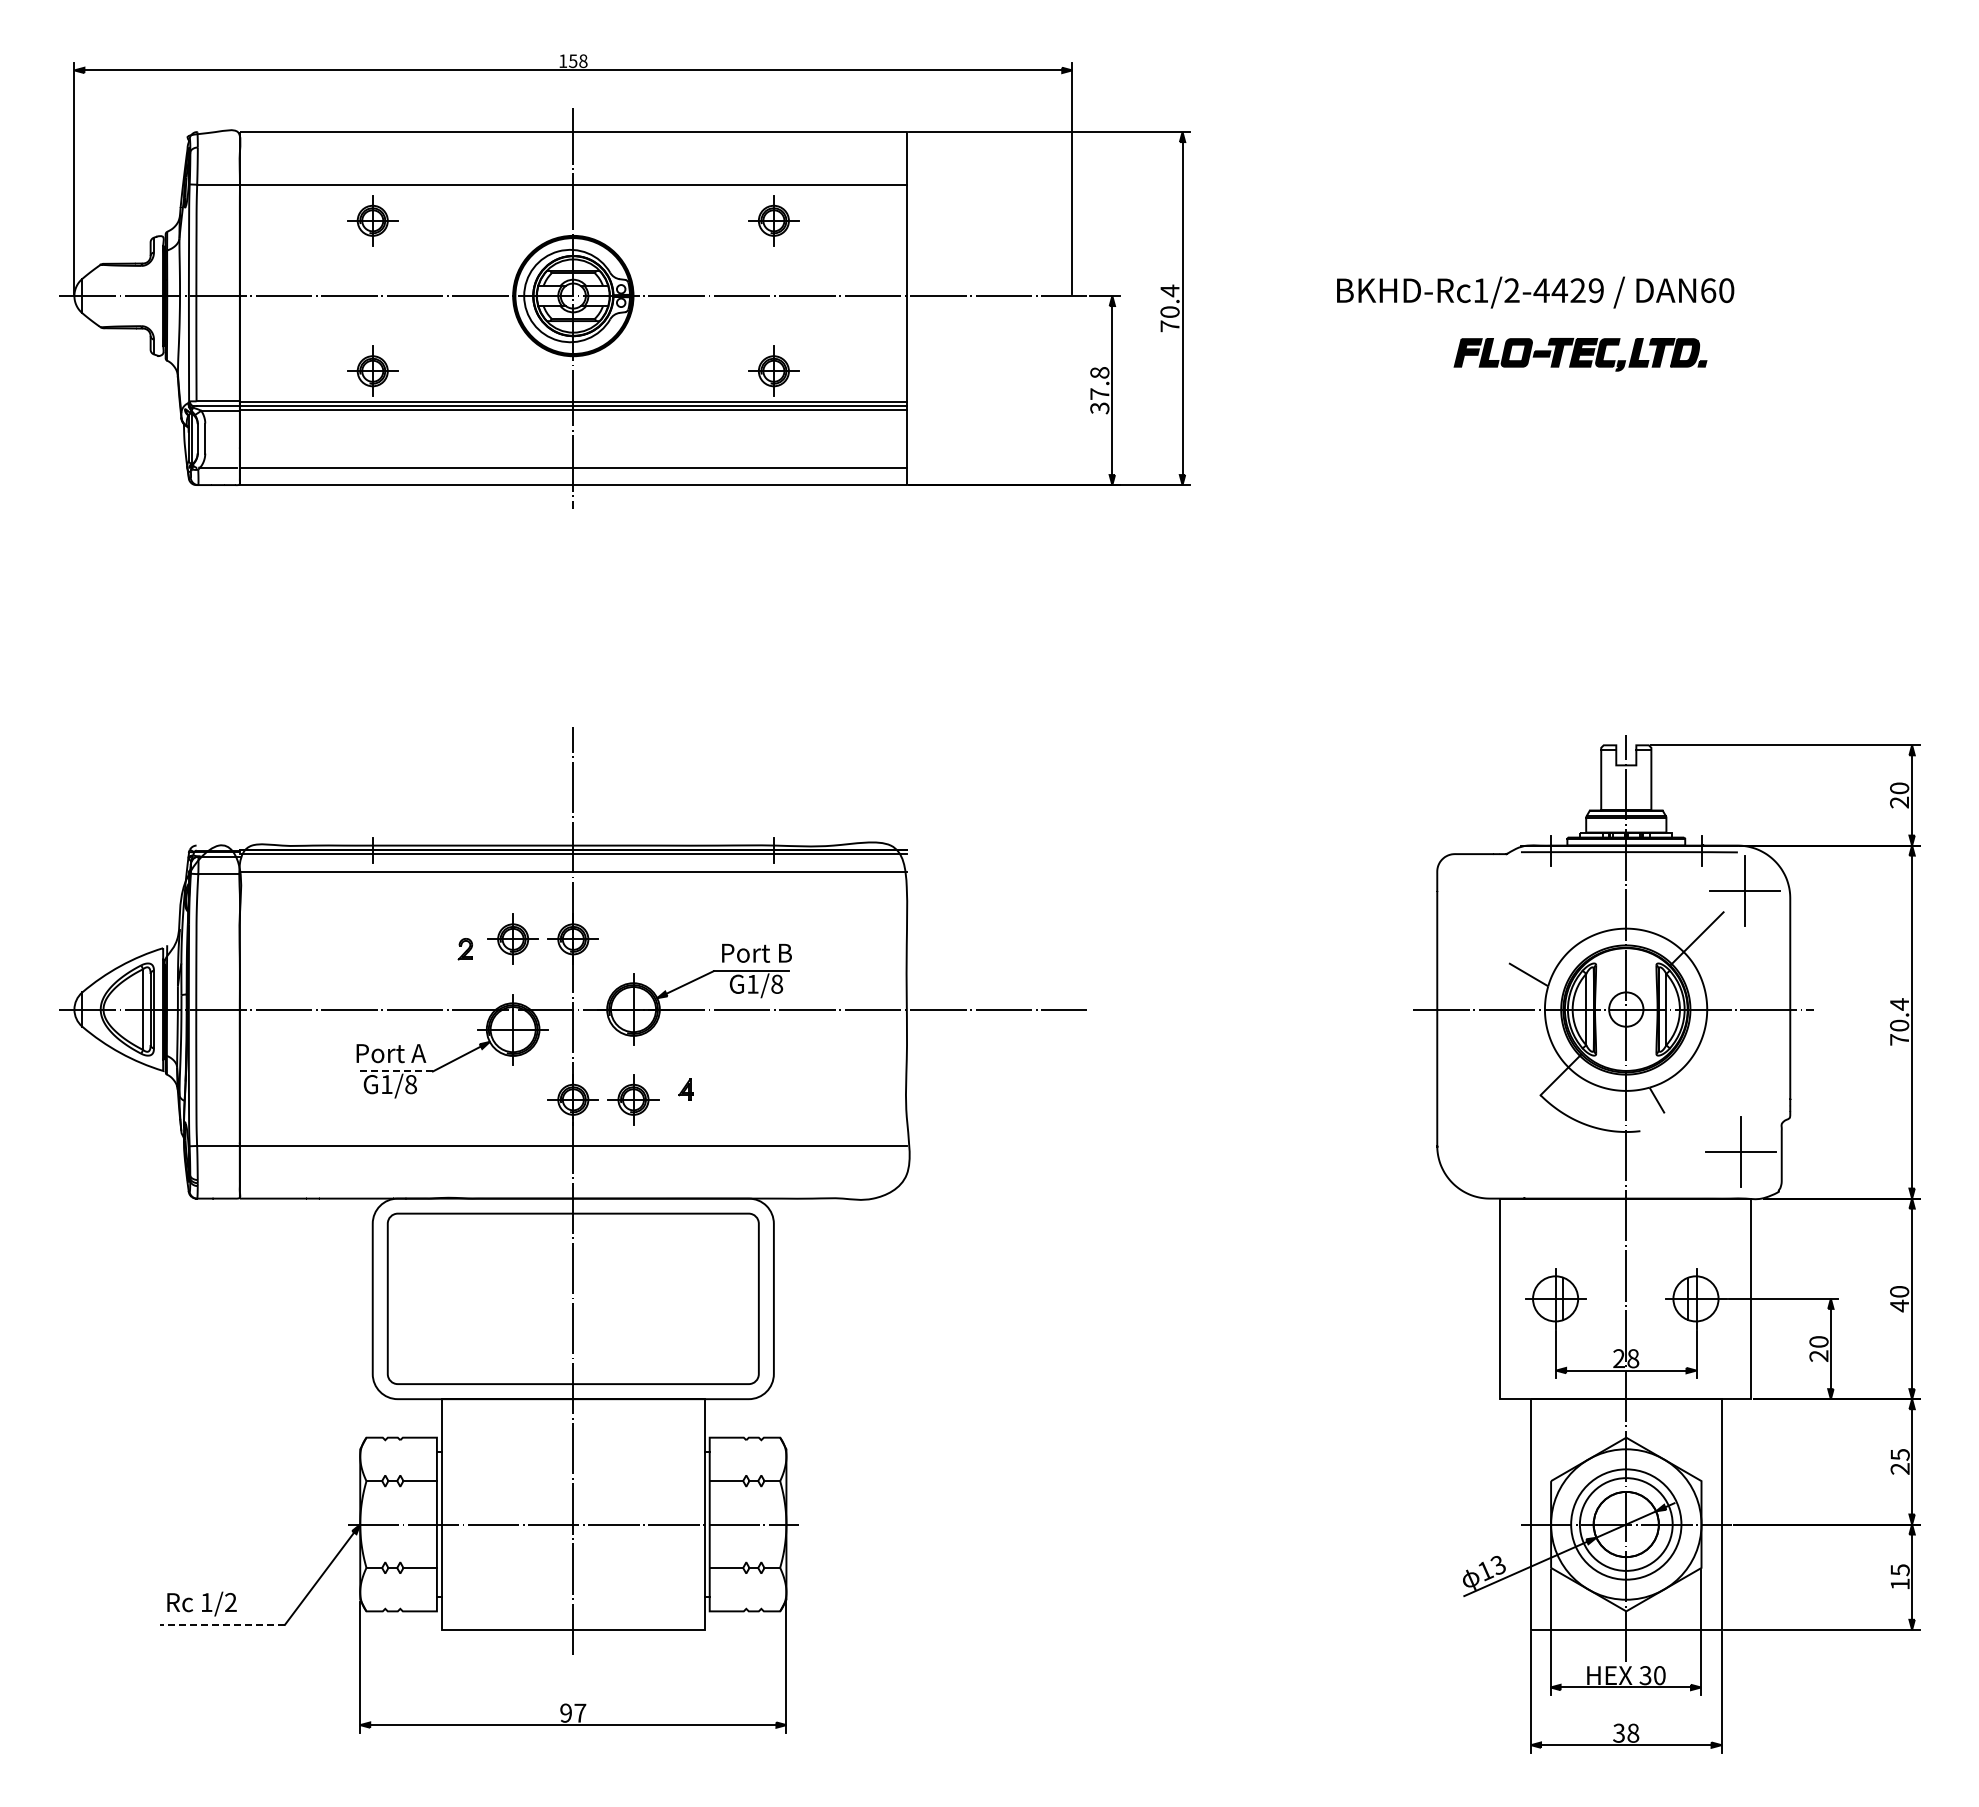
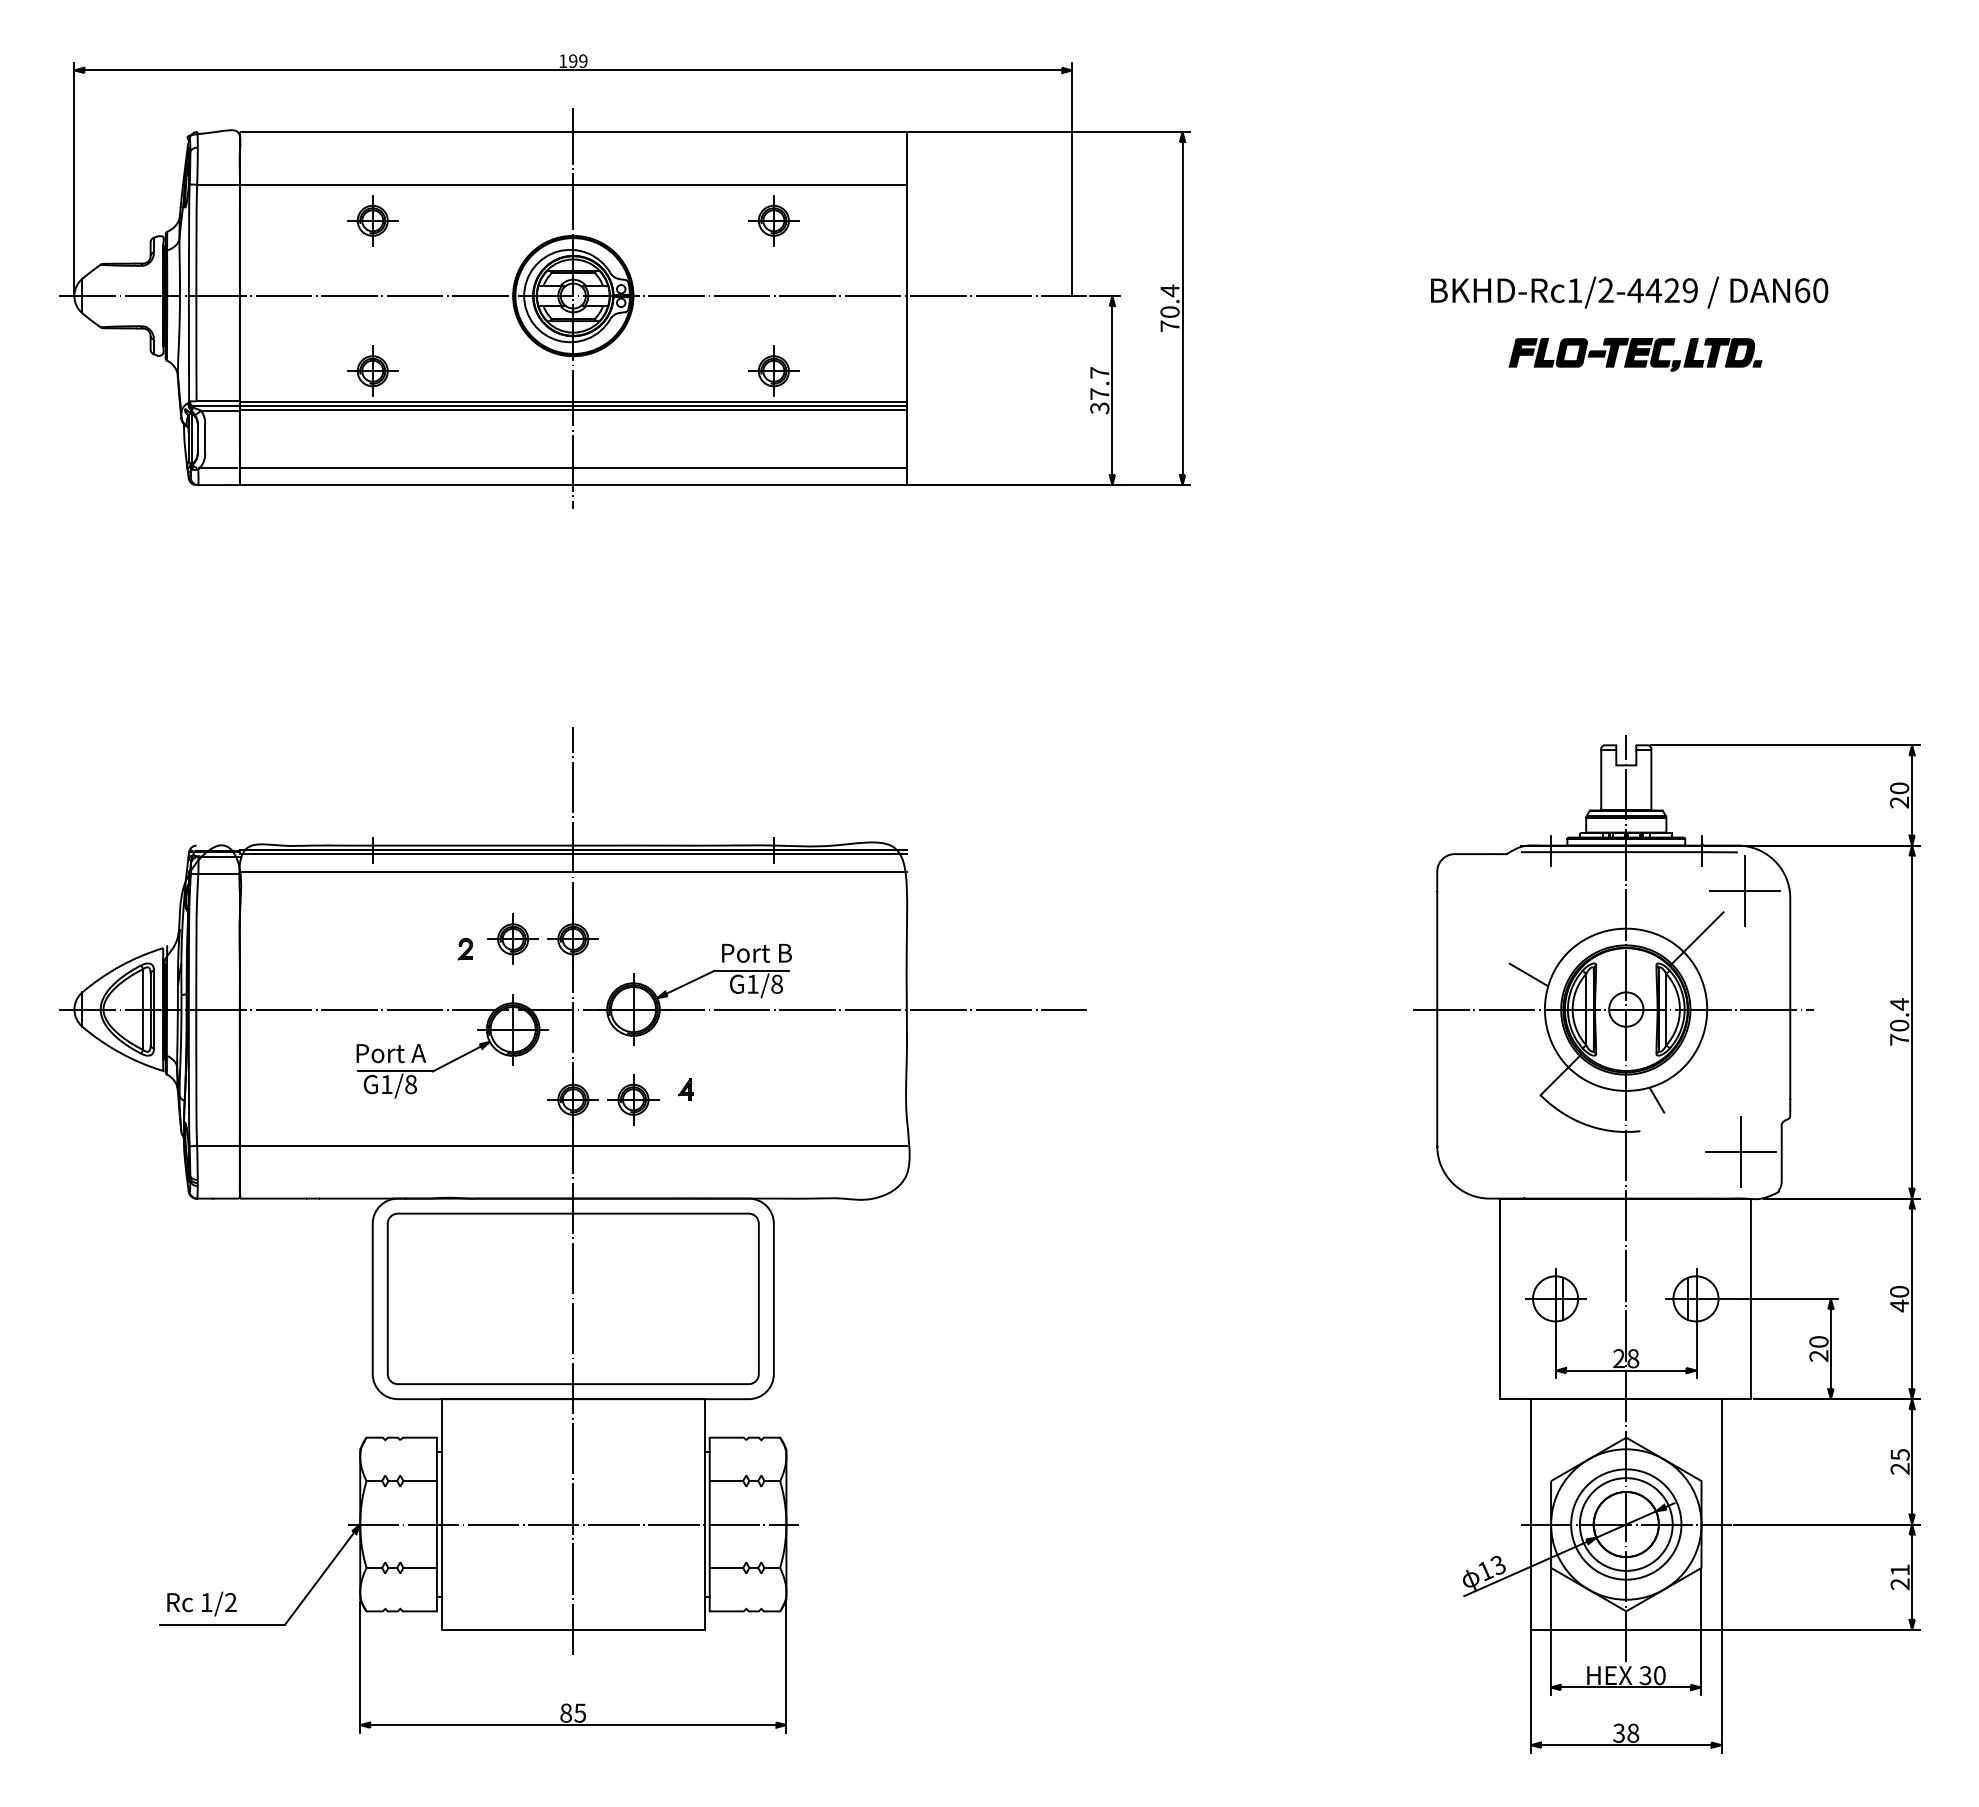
text at (578, 60): 158 -> 199
text at (1535, 292) position: (1535, 292) -> (1629, 292)
part at (1580, 354) position: (1580, 354) -> (1635, 354)
text at (1099, 372): 37.8 -> 37.7
line at (395, 1071): dashed -> solid
text at (1899, 1577): 15 -> 21
line at (222, 1624): dashed -> solid
text at (573, 1712): 97 -> 85
